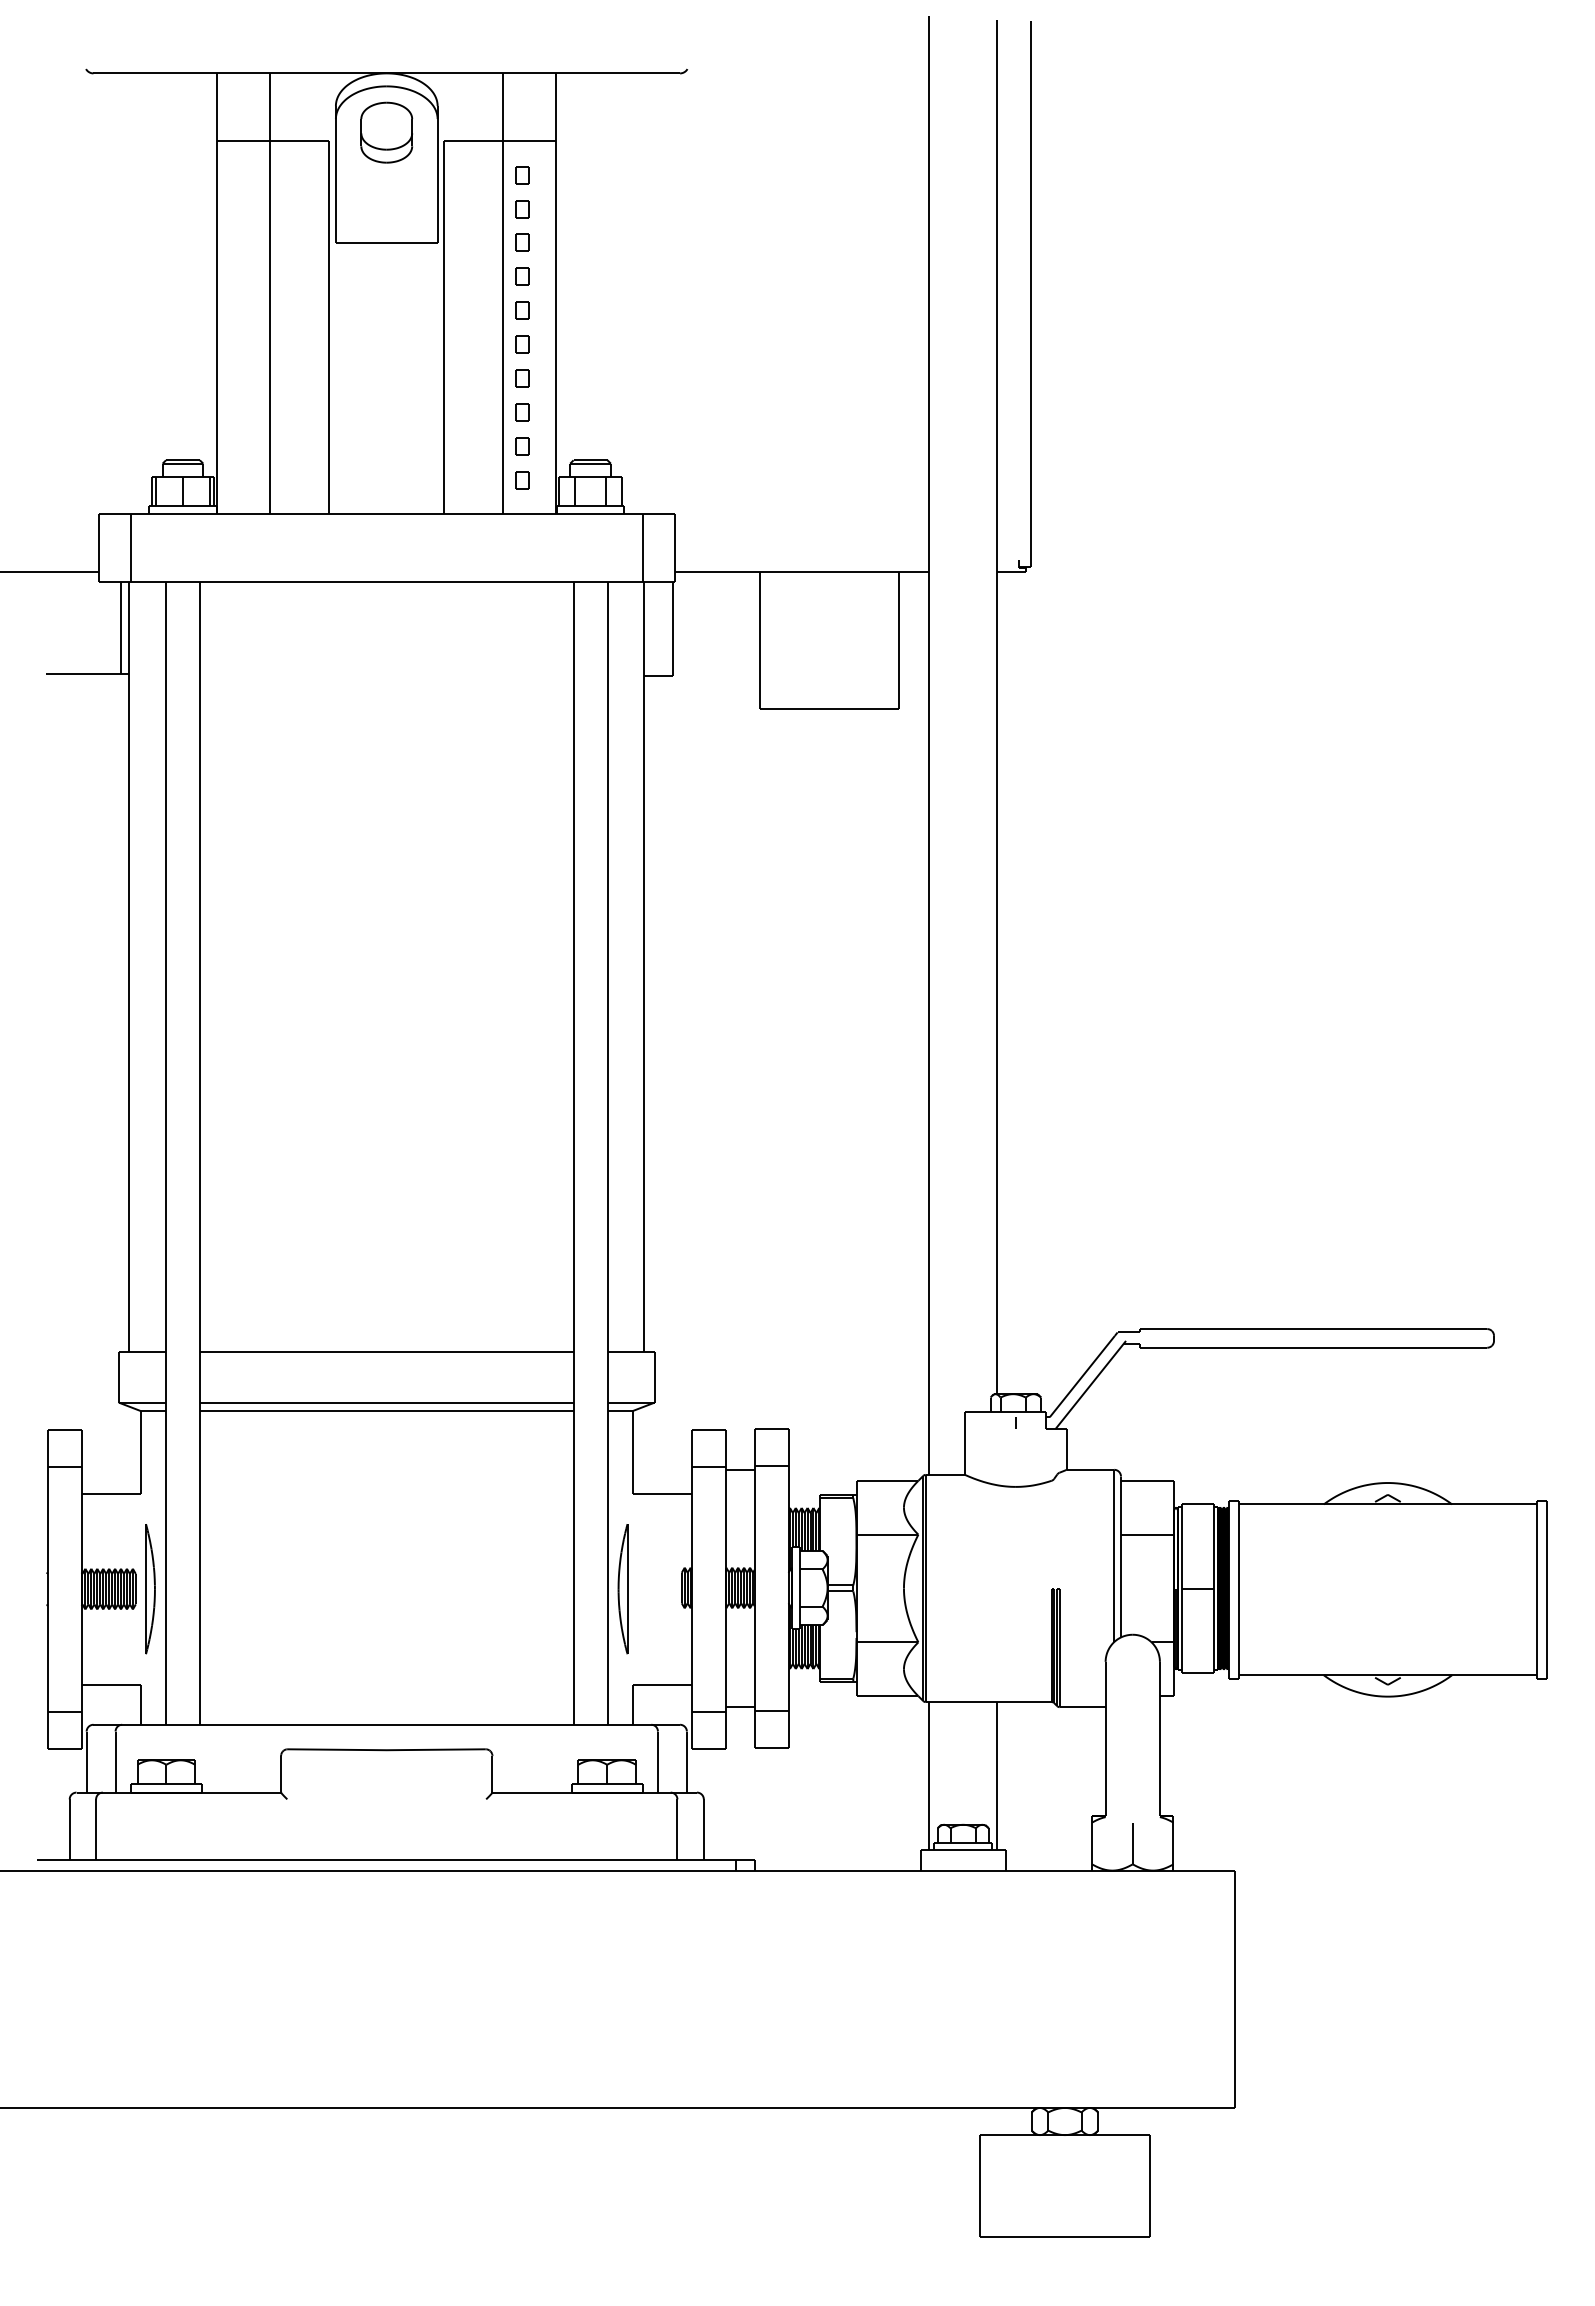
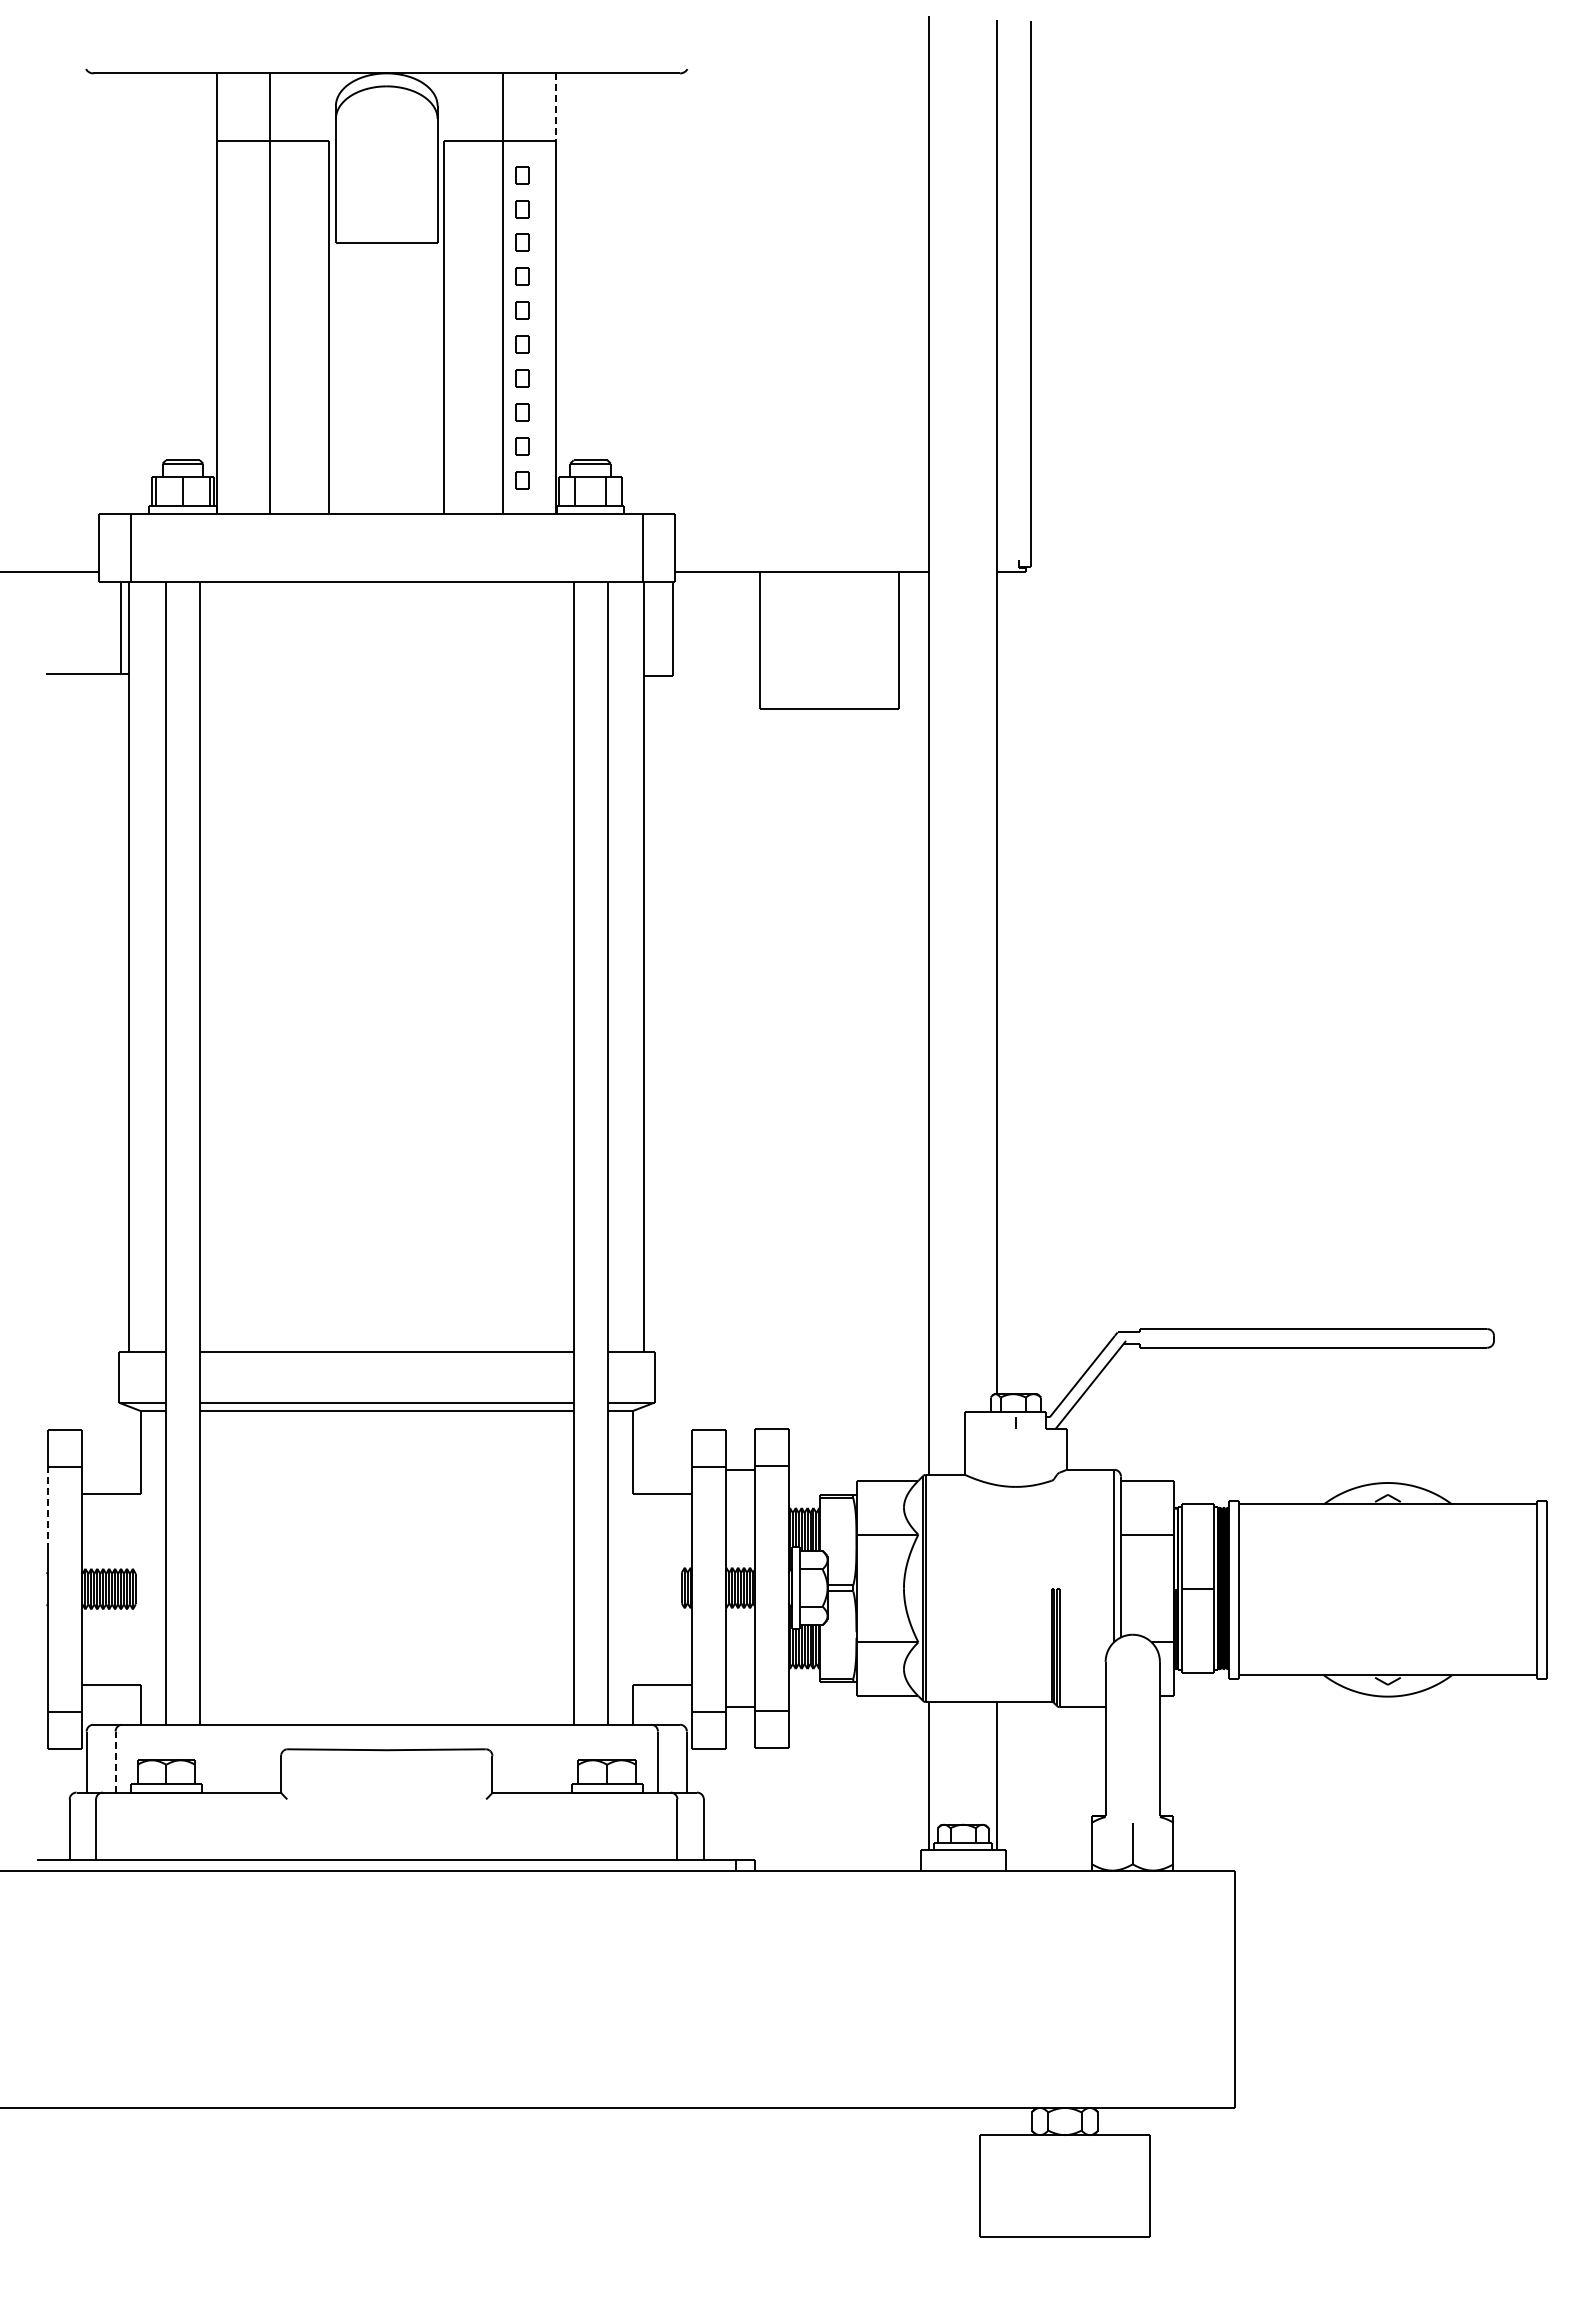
line at (556, 107): solid -> dashed
part at (386, 132): present -> none
line at (47, 1508): solid -> dashed
part at (150, 1589): present -> none
part at (622, 1589): present -> none
line at (115, 1762): solid -> dashed
